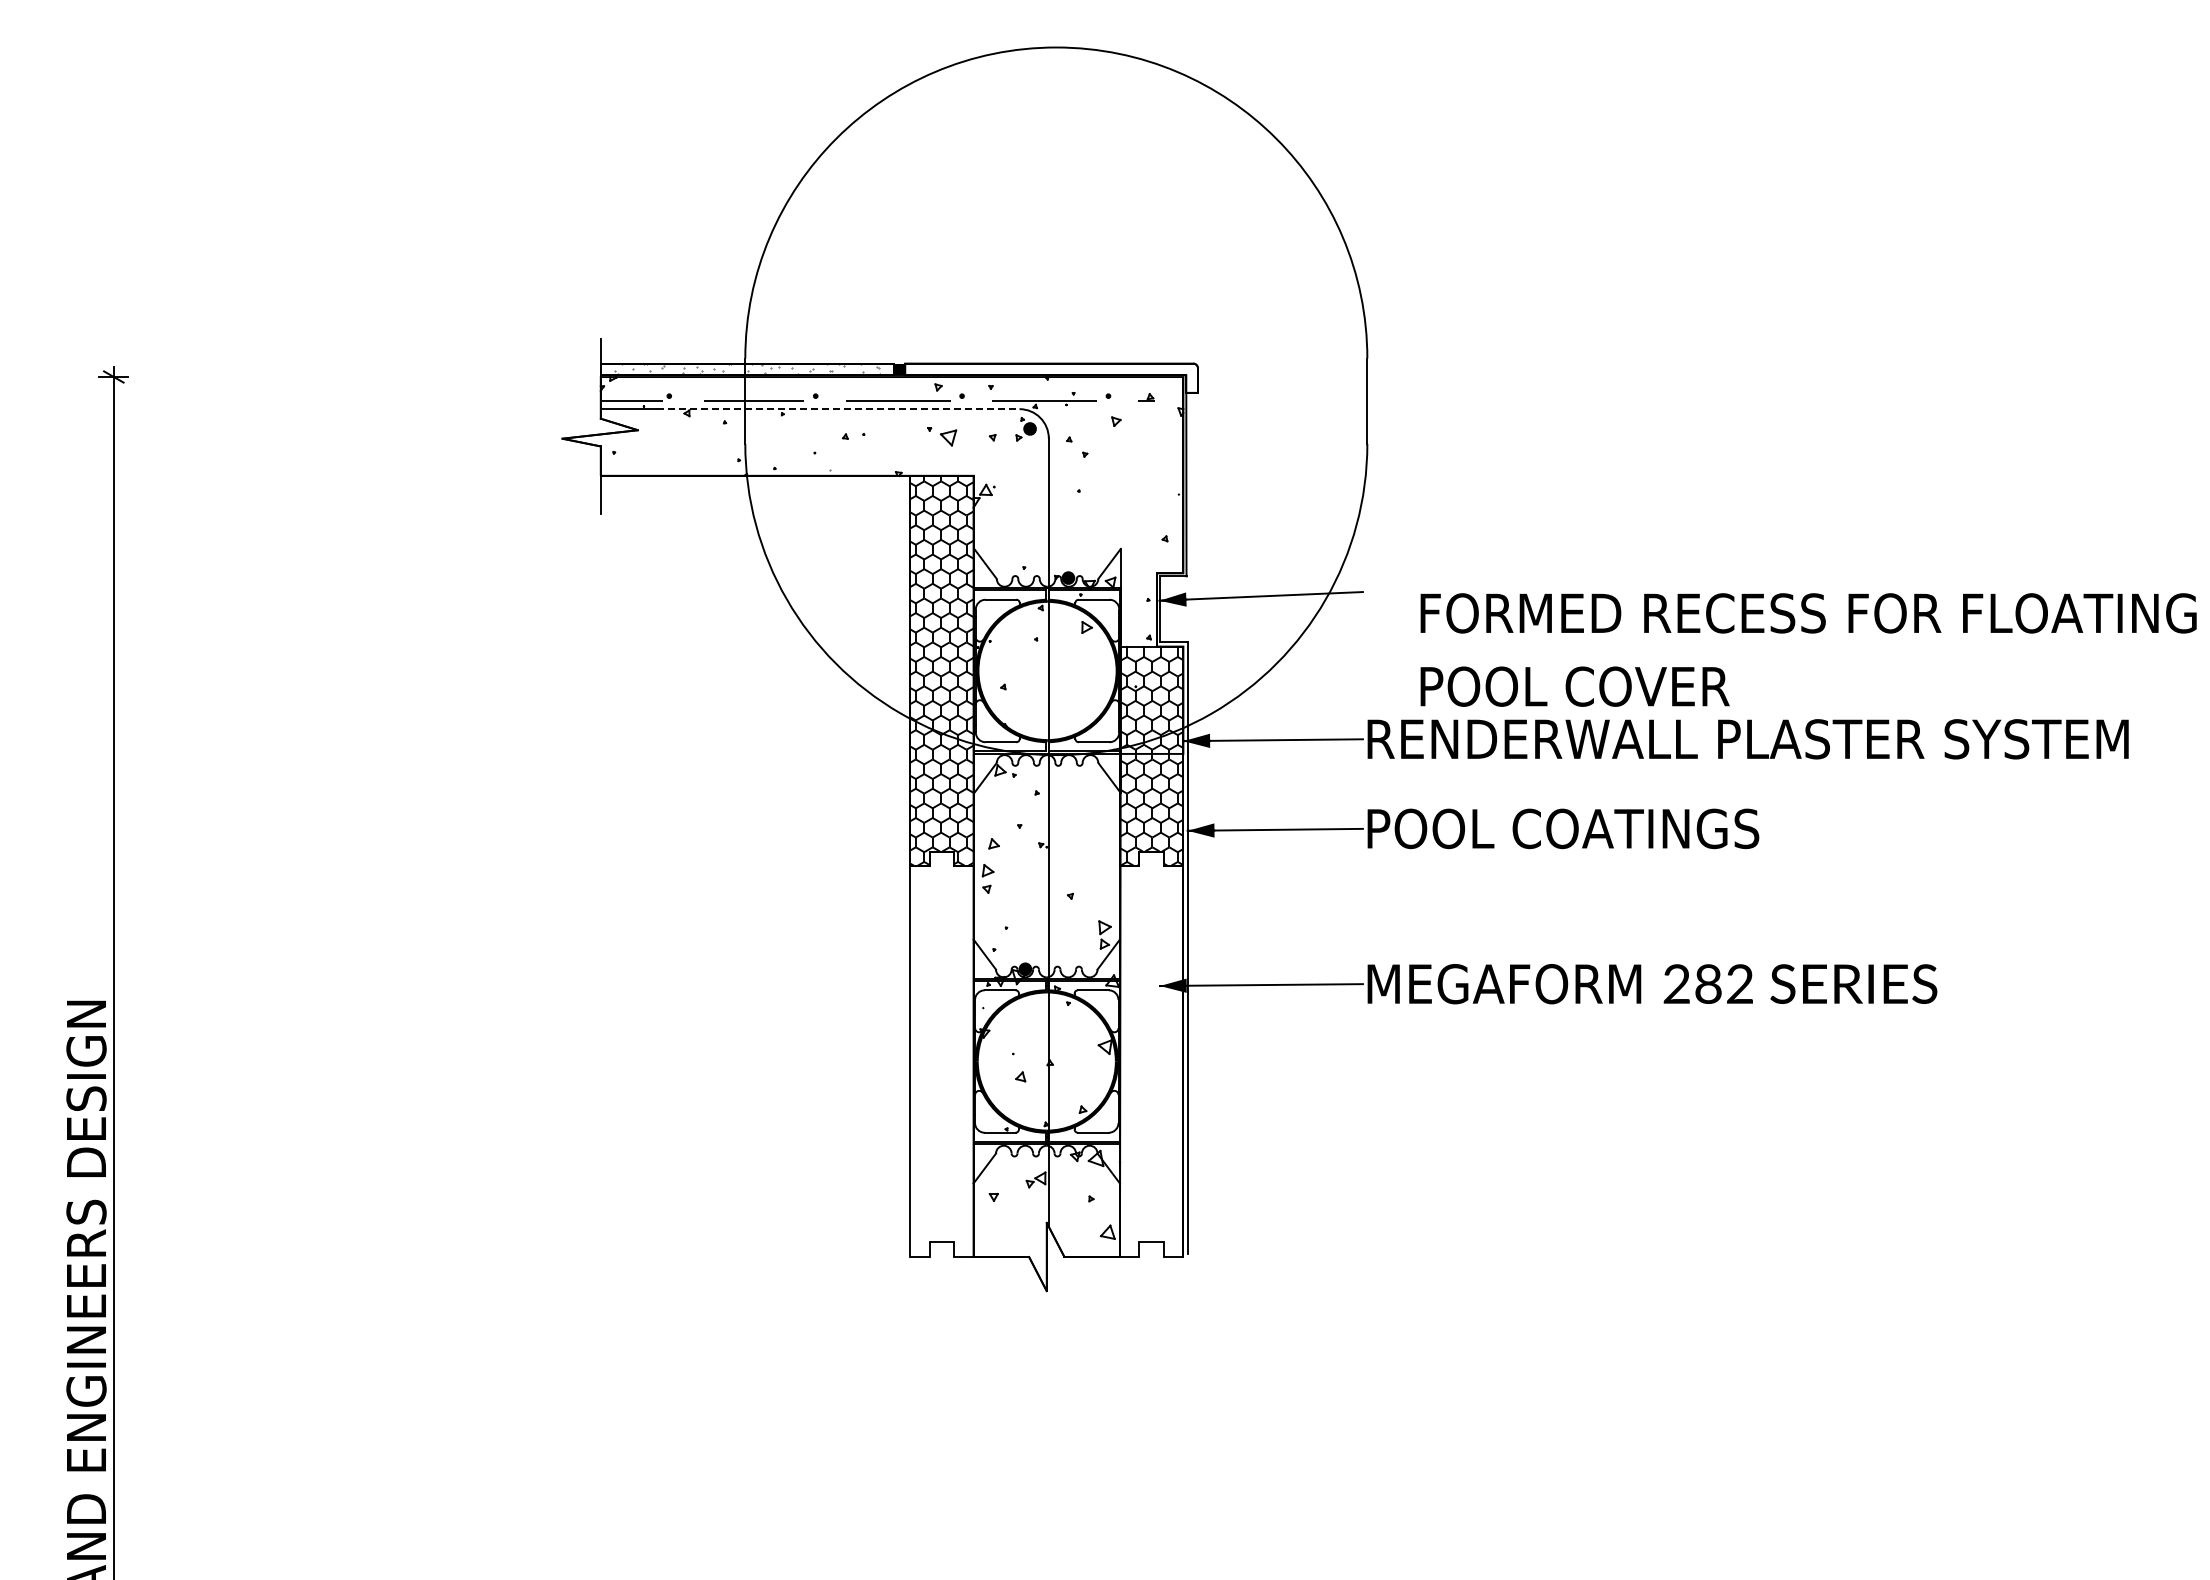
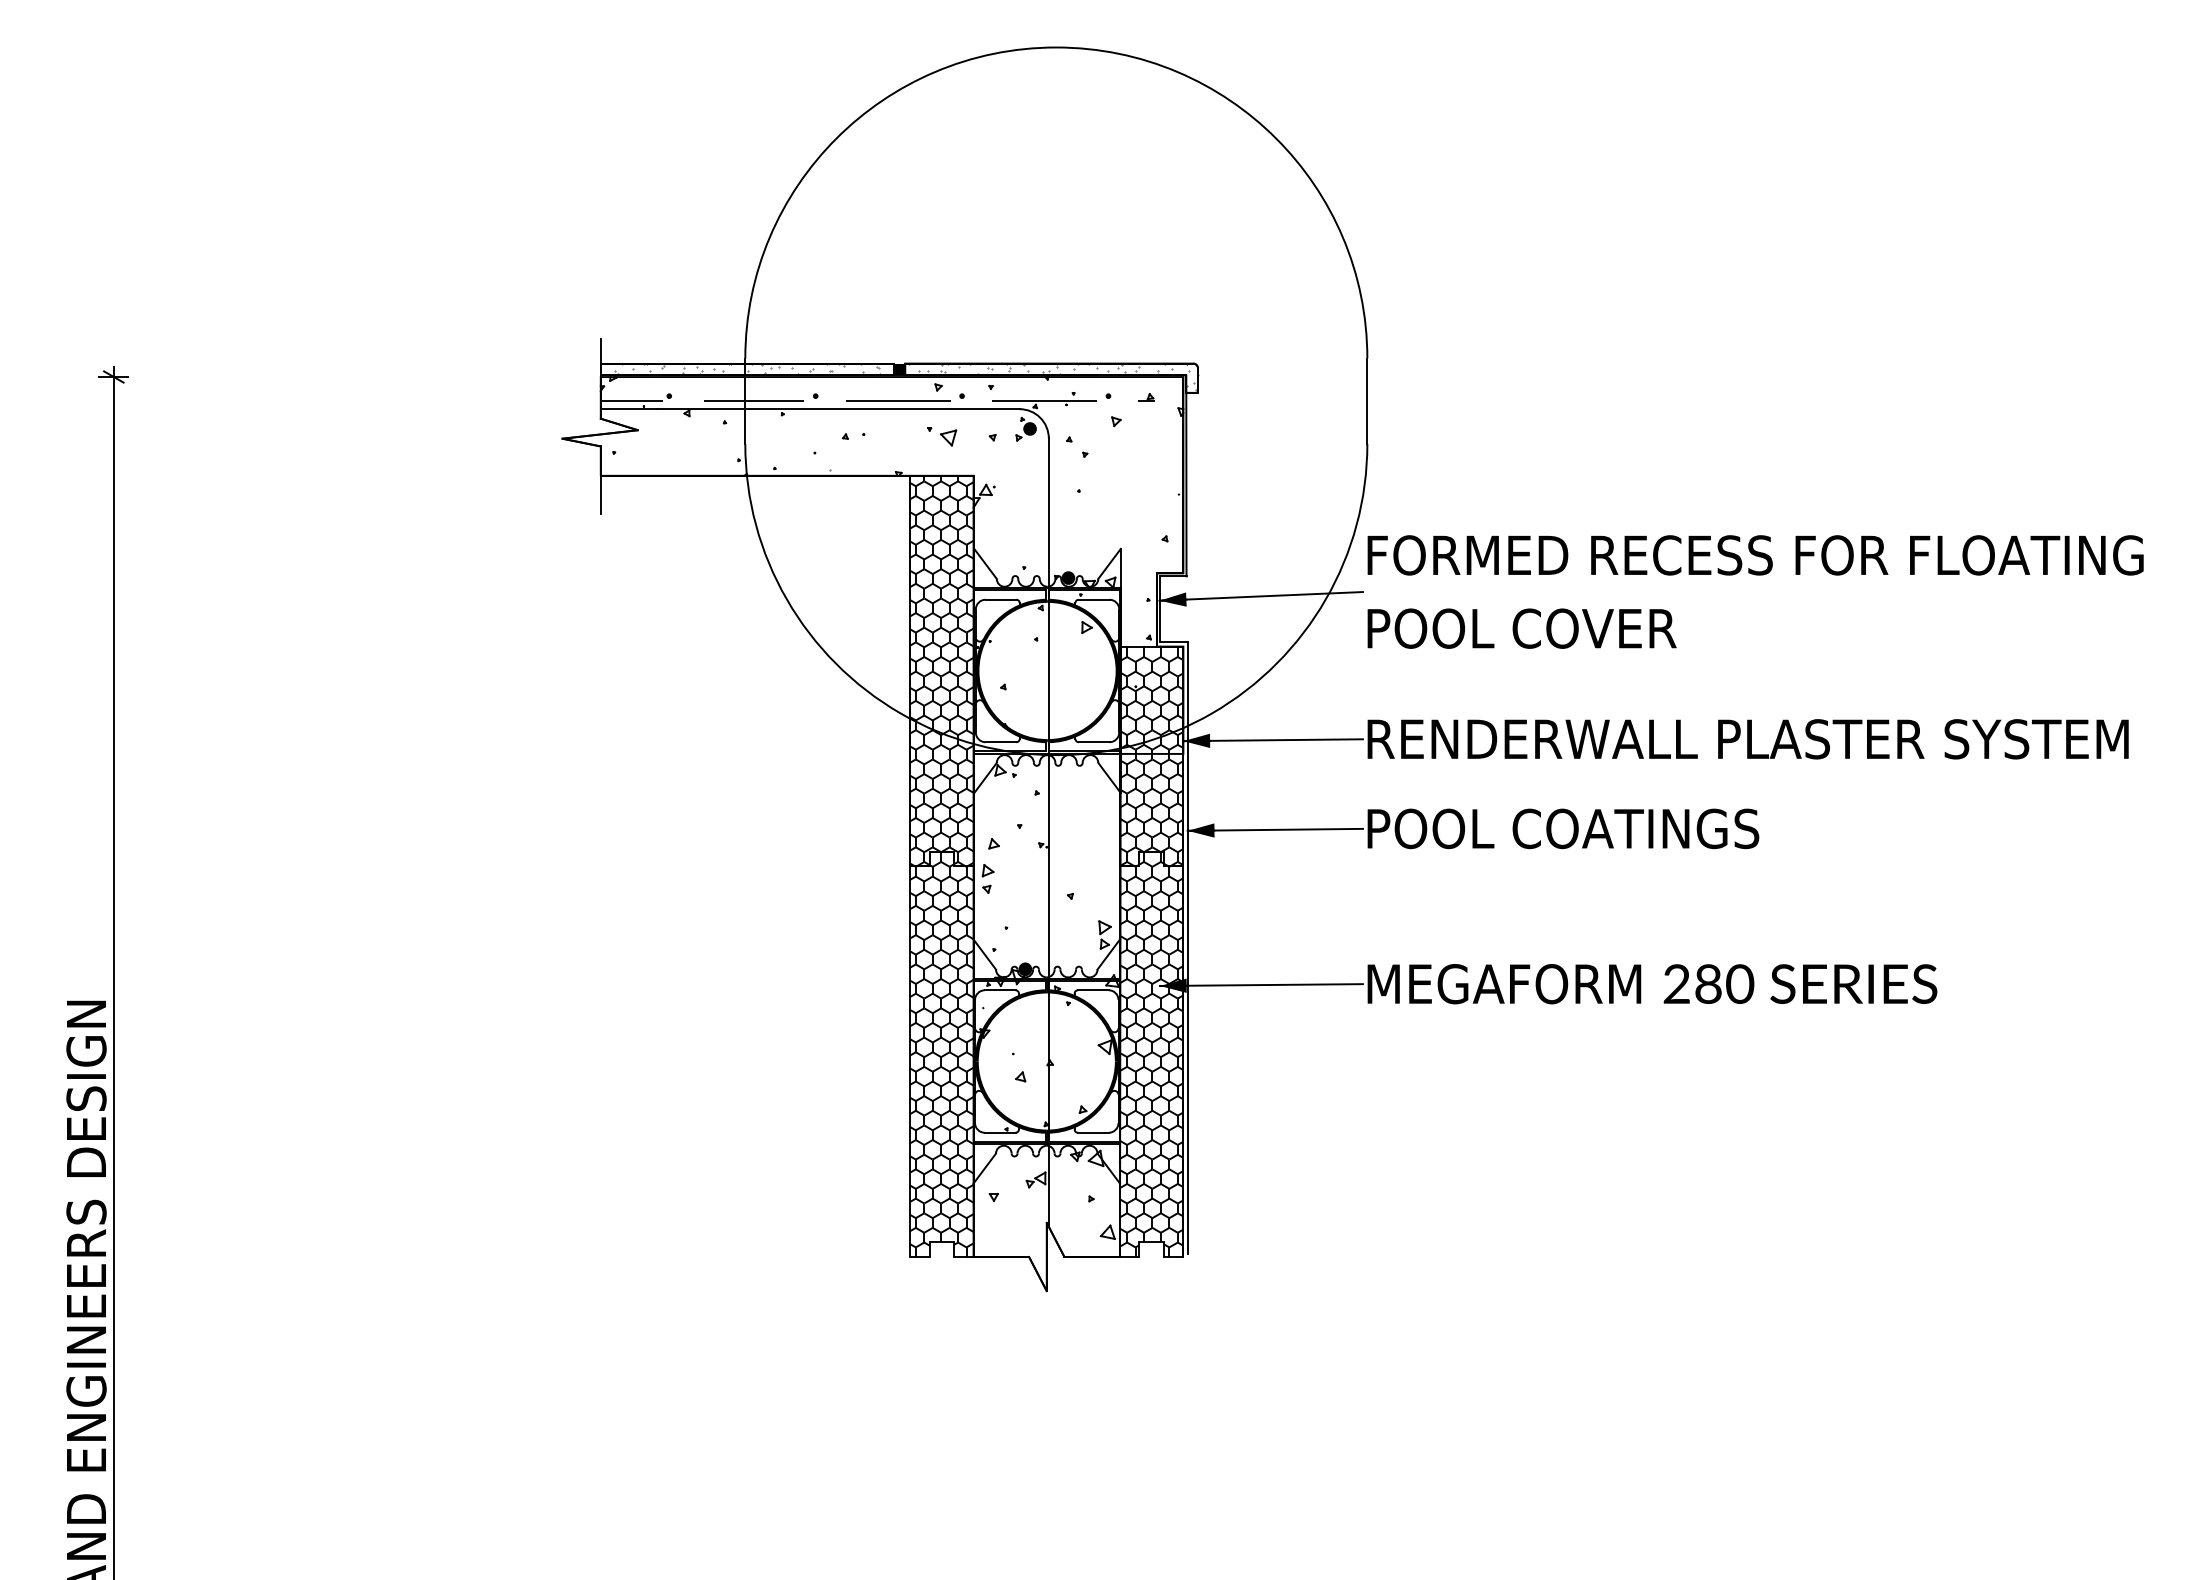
hatch at (1052, 376): none -> present
line at (838, 409): dashed -> solid
text at (1808, 649) position: (1808, 649) -> (1755, 591)
text at (1740, 983): 282 -> 280
hatch at (941, 1054): none -> present
hatch at (1151, 1054): none -> present
